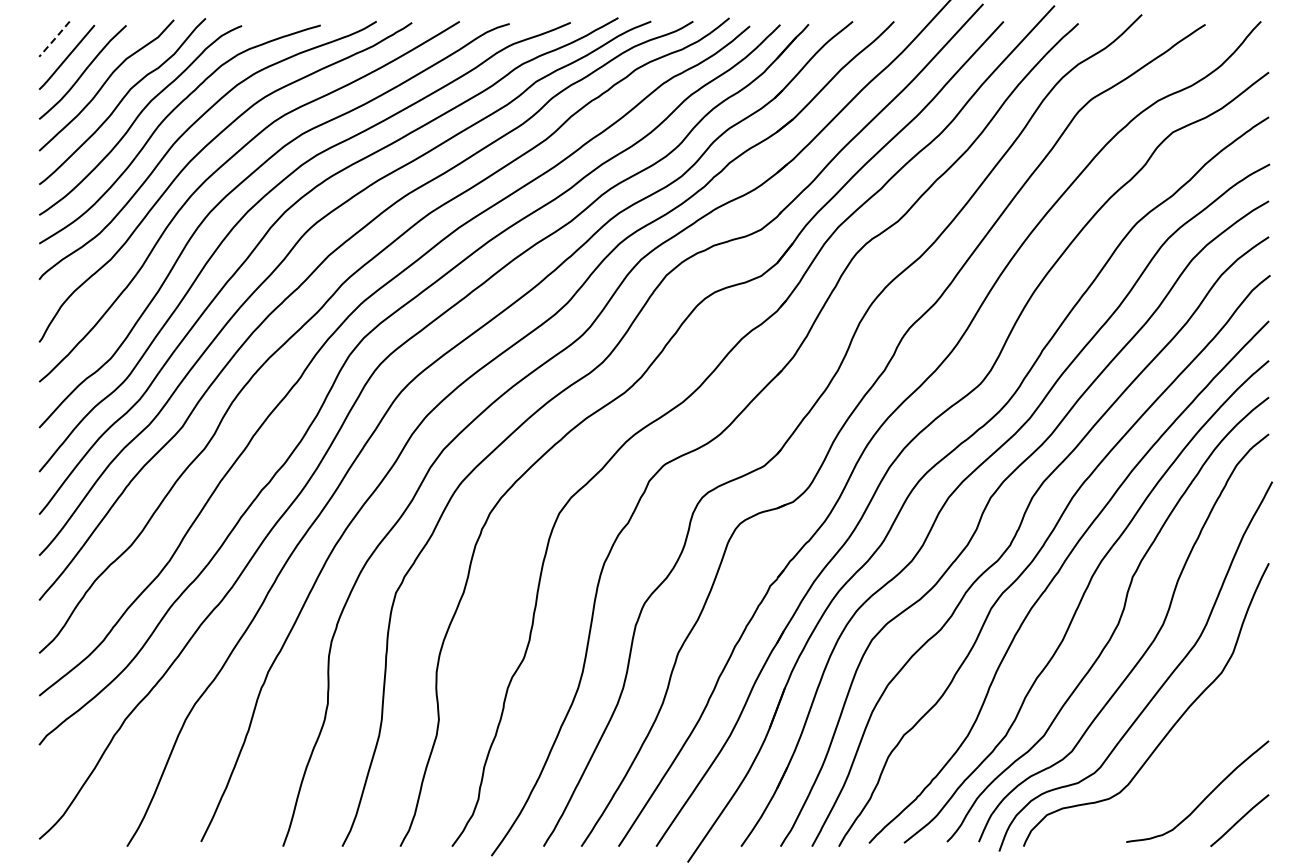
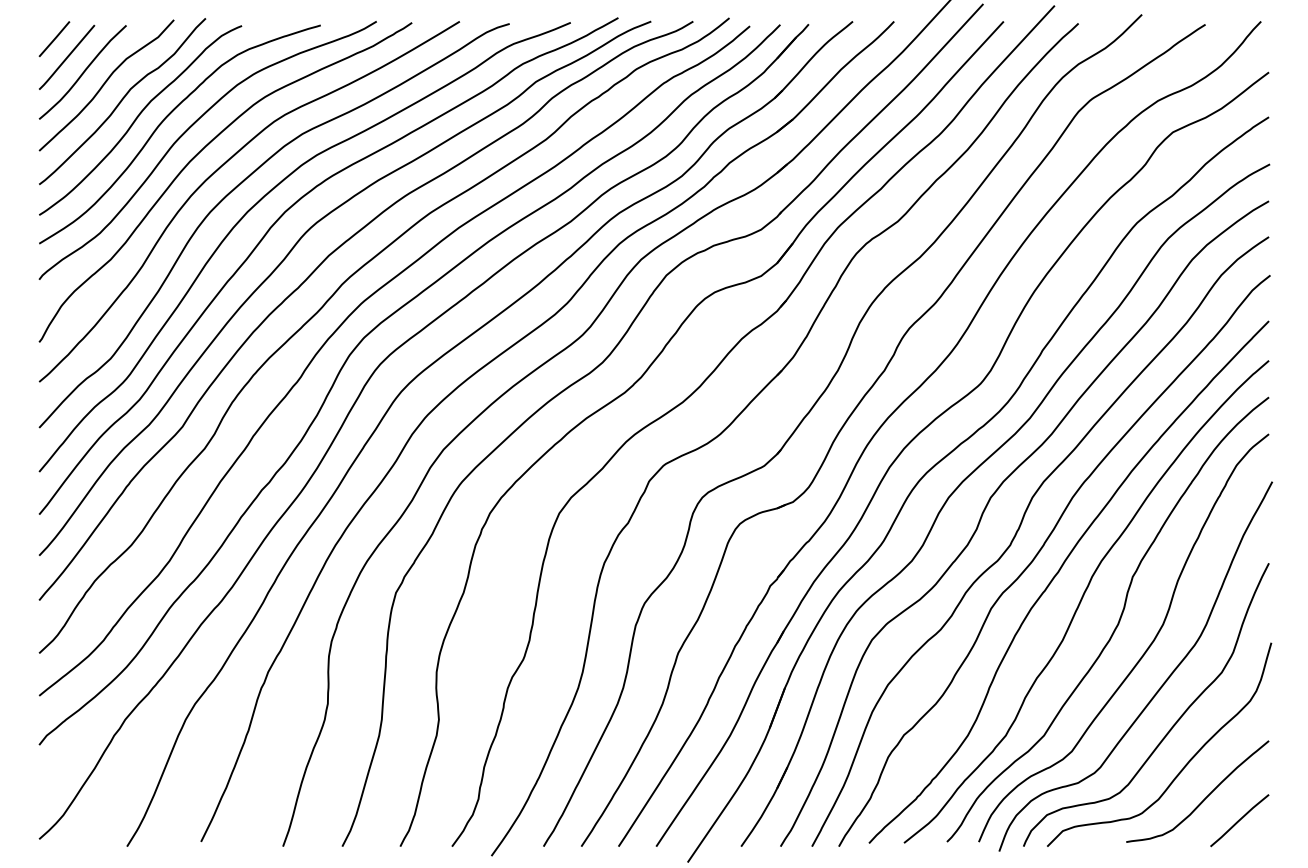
line at (54, 38): dashed -> solid
curve at (1183, 766): none -> present
